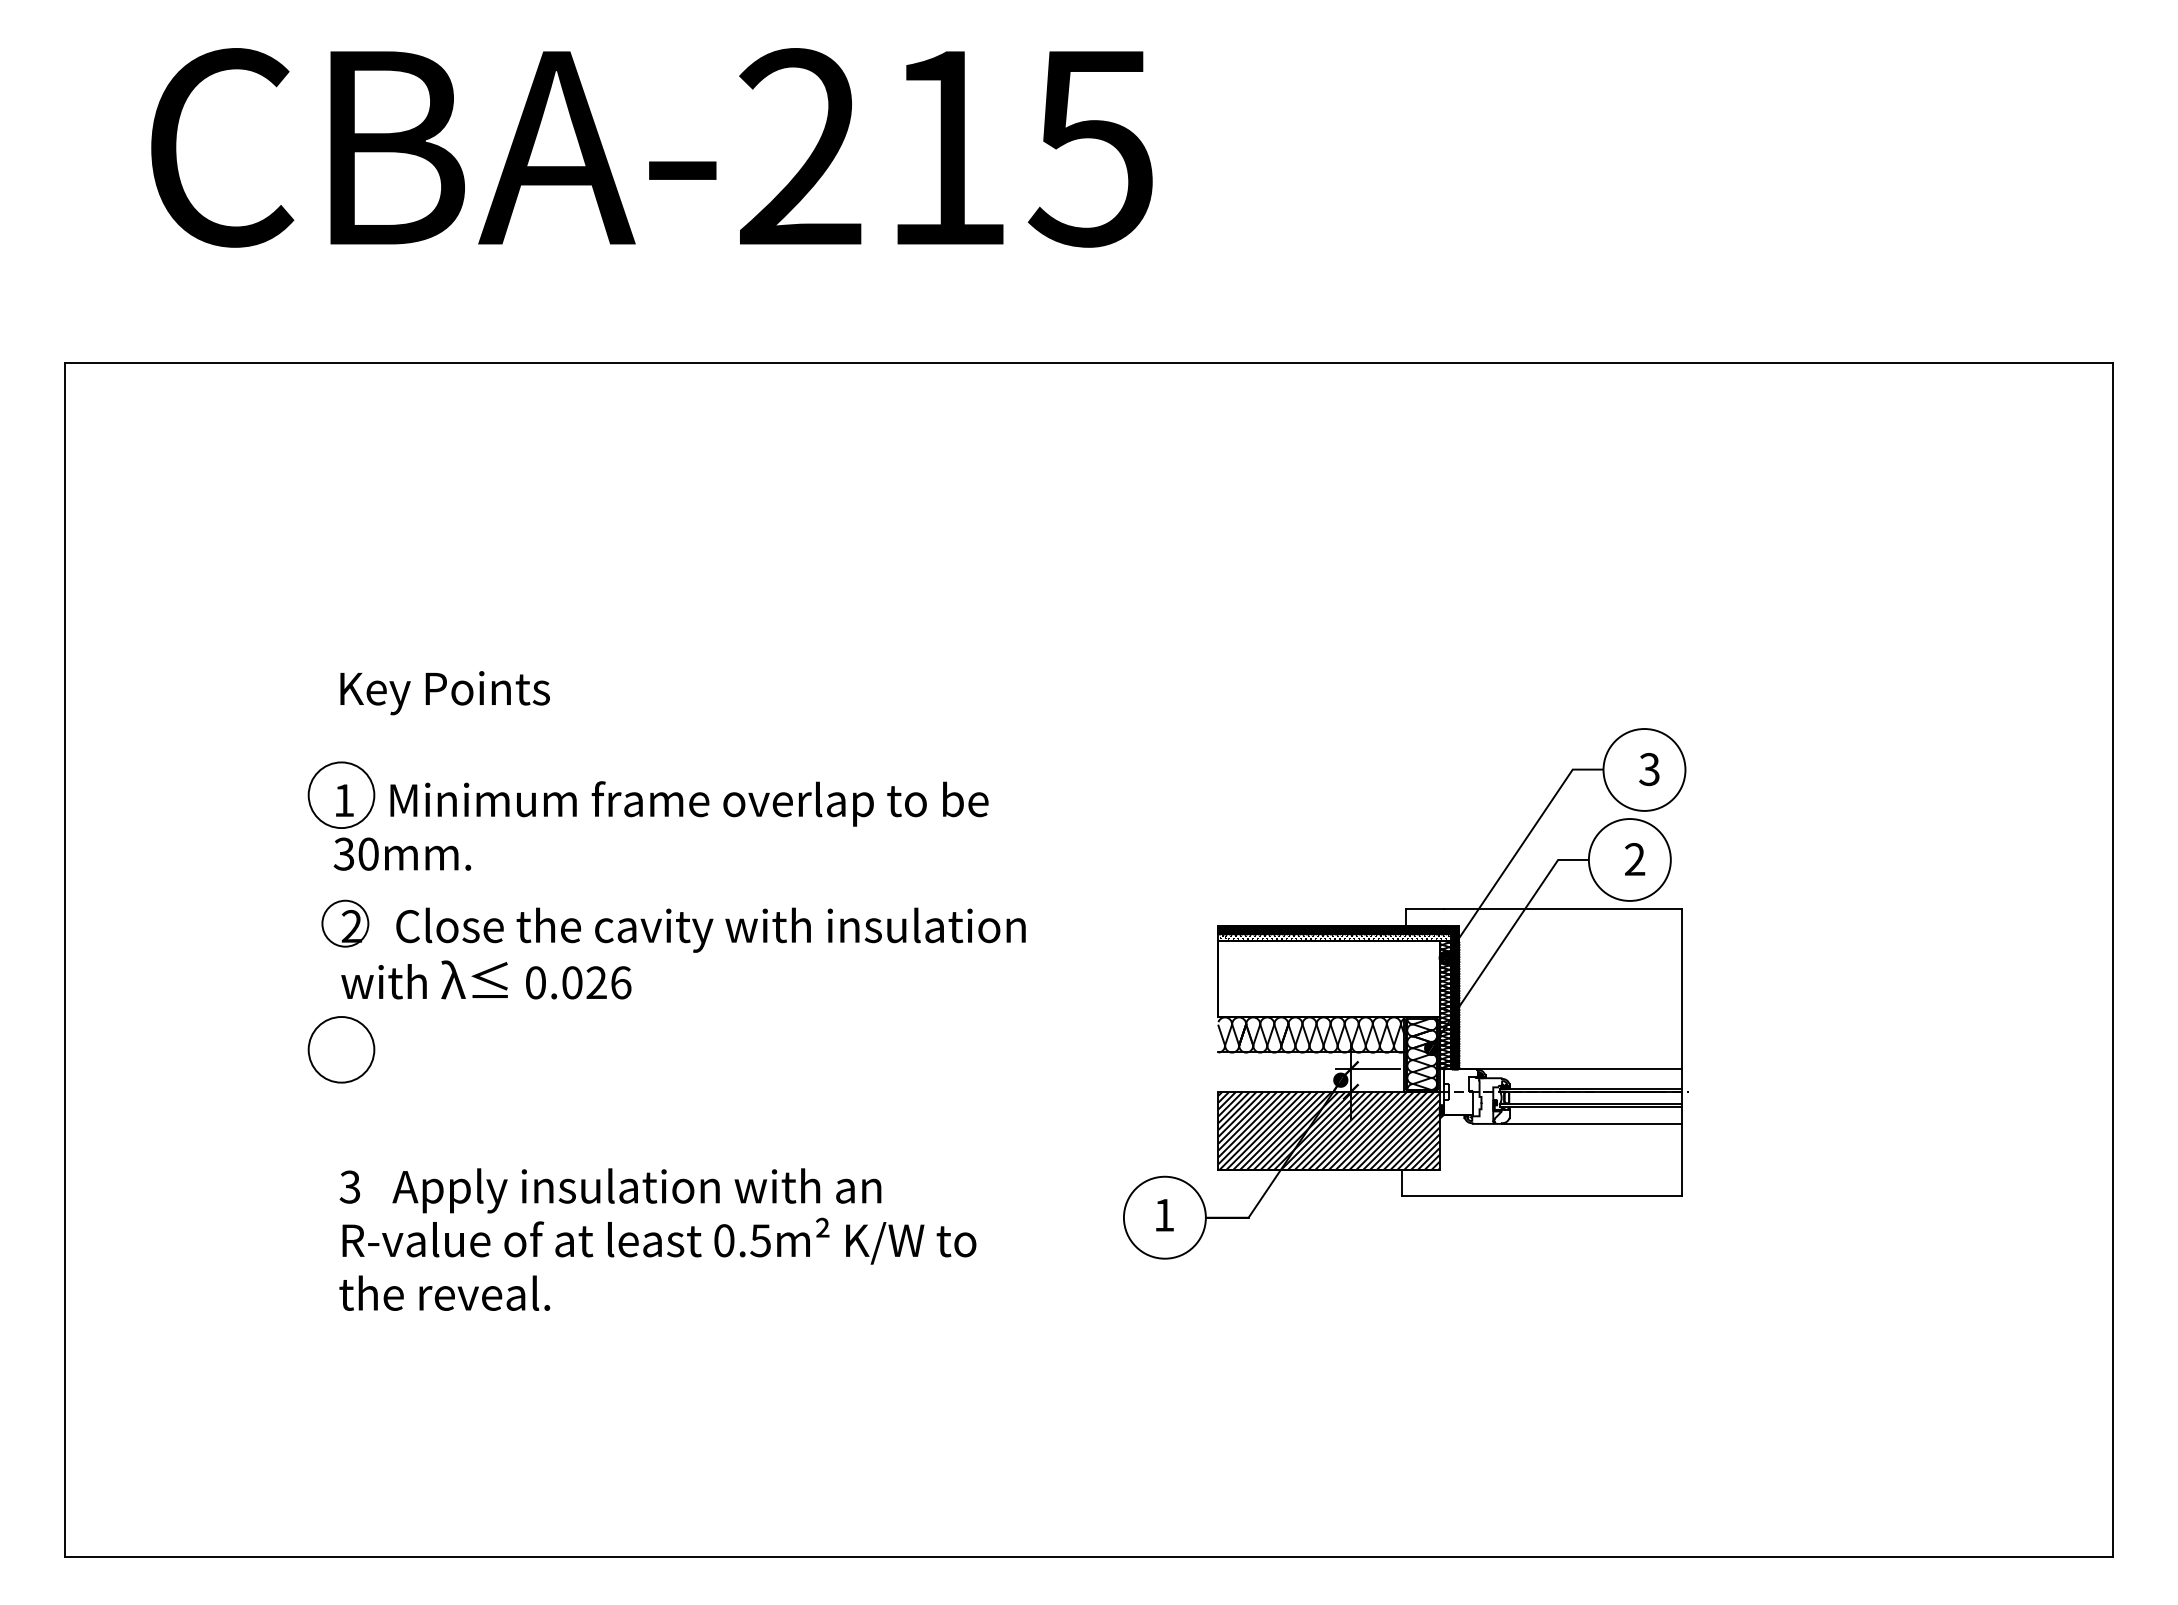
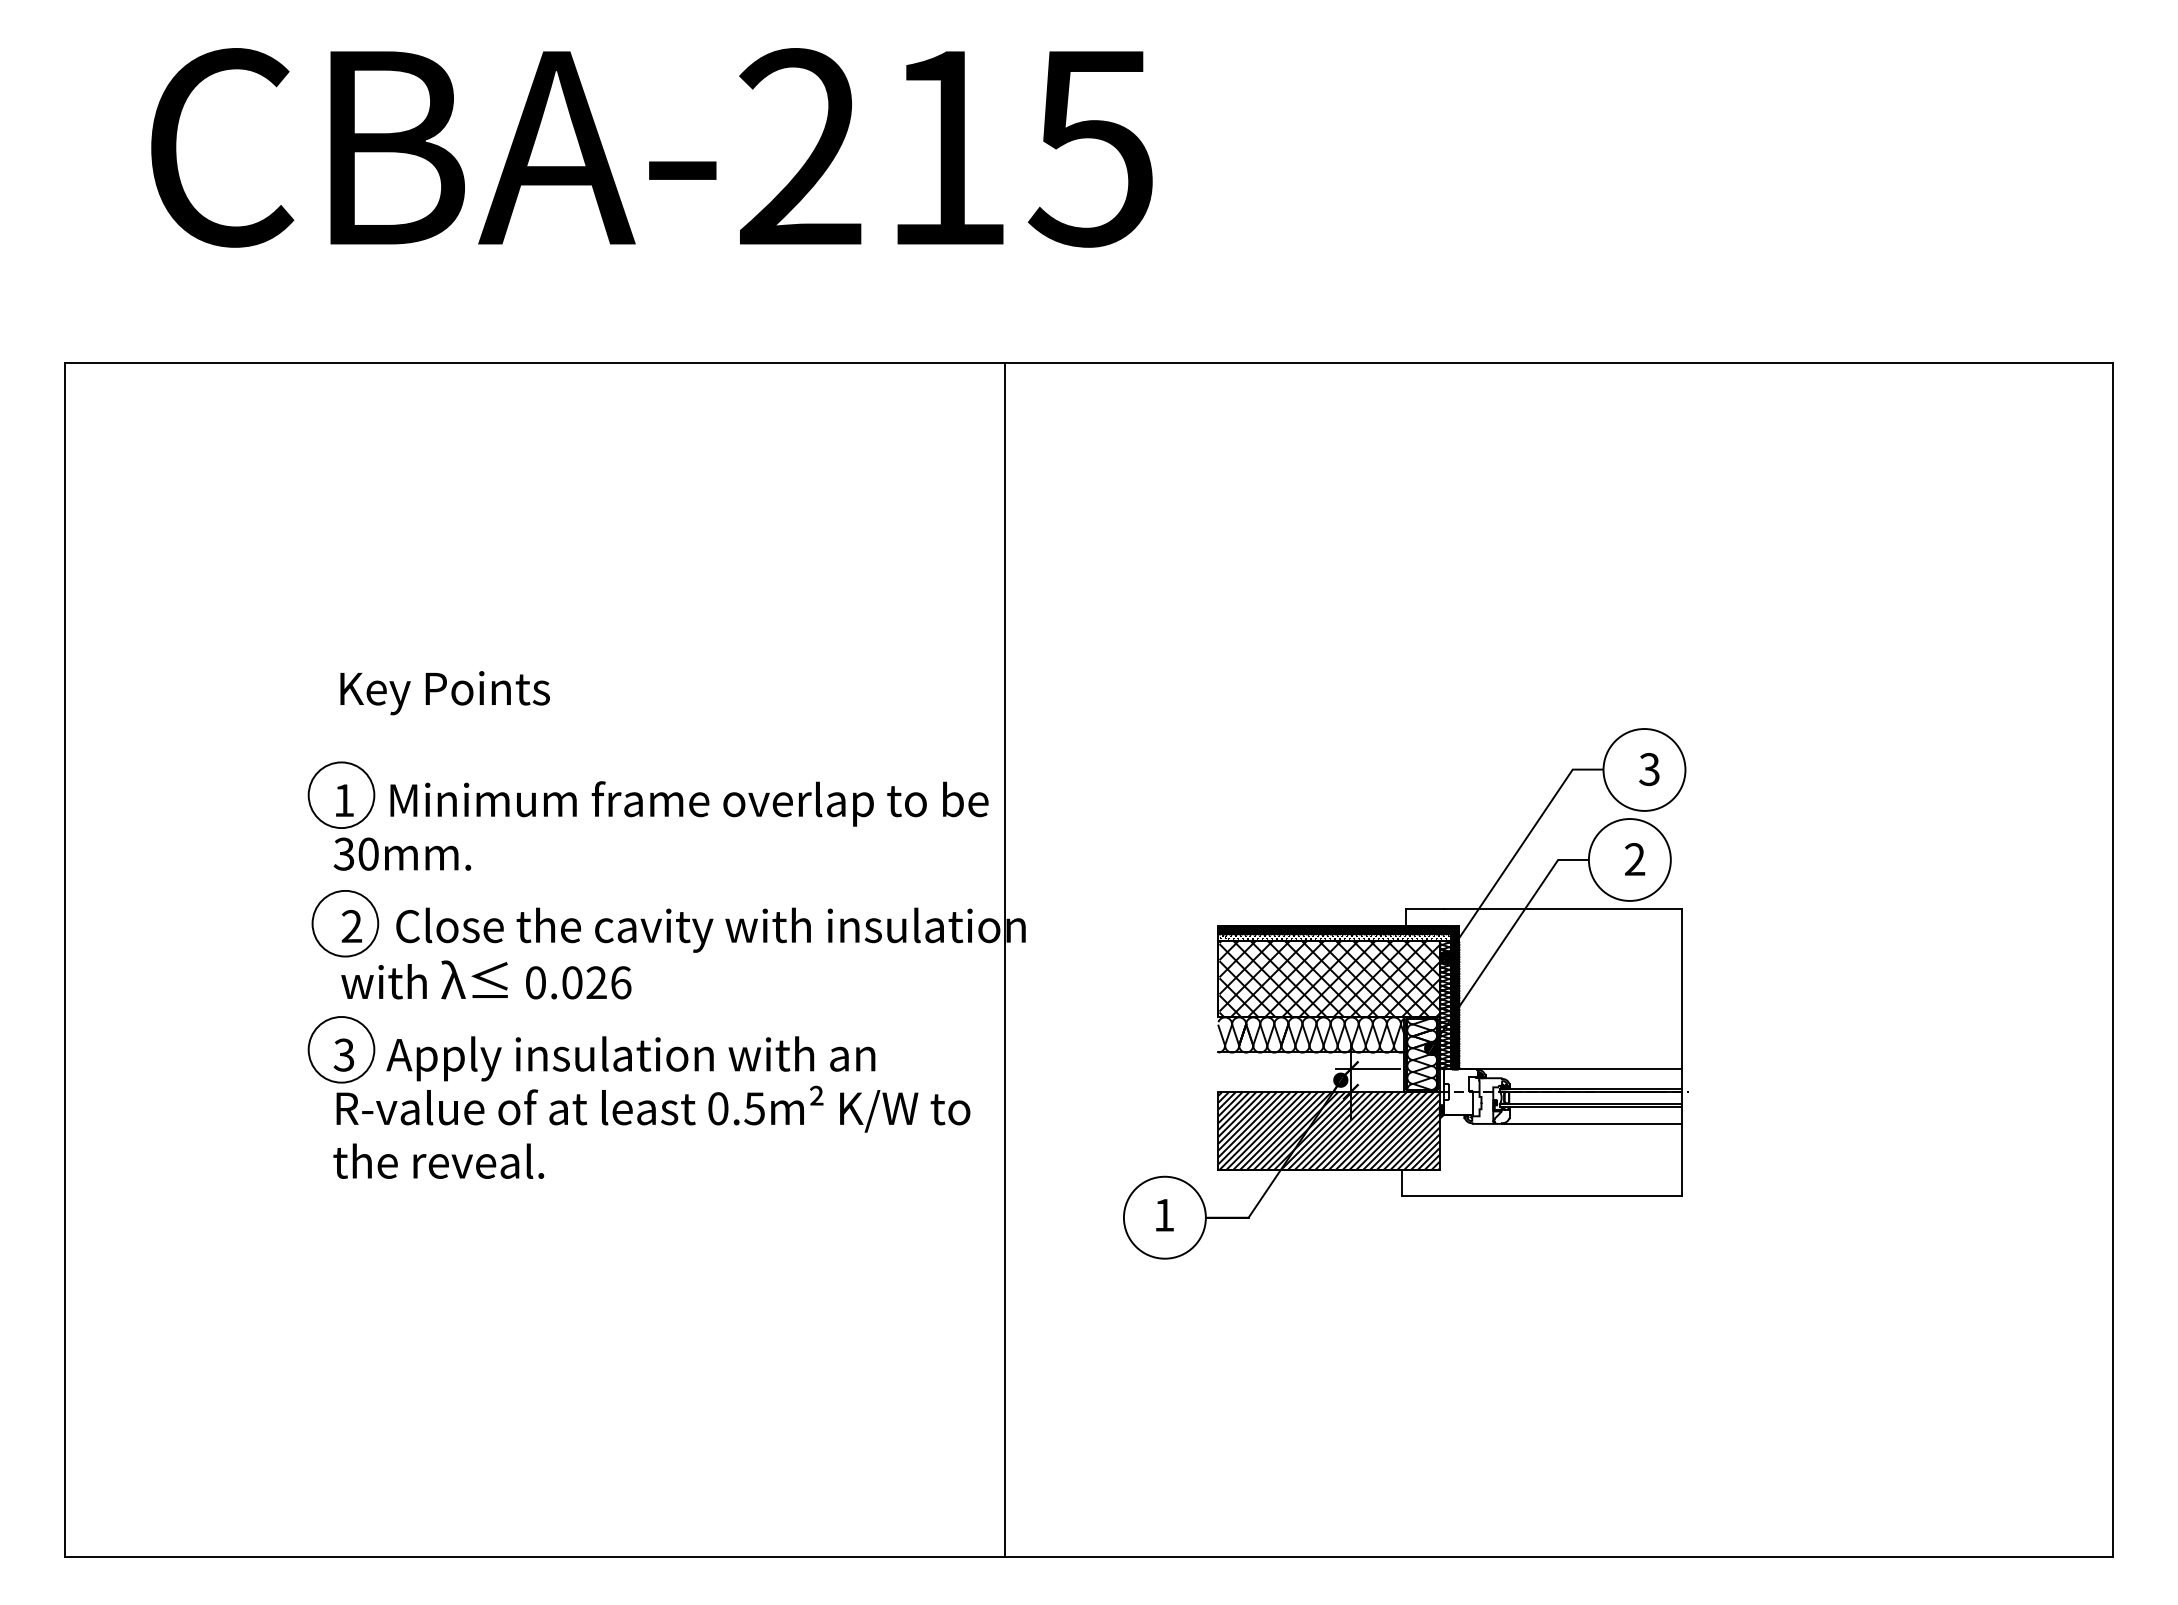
circle at (345, 923) diameter: 46 px -> 66 px
line at (1004, 959): none -> present
hatch at (1329, 979): none -> present
text at (657, 1239) position: (657, 1239) -> (651, 1107)
